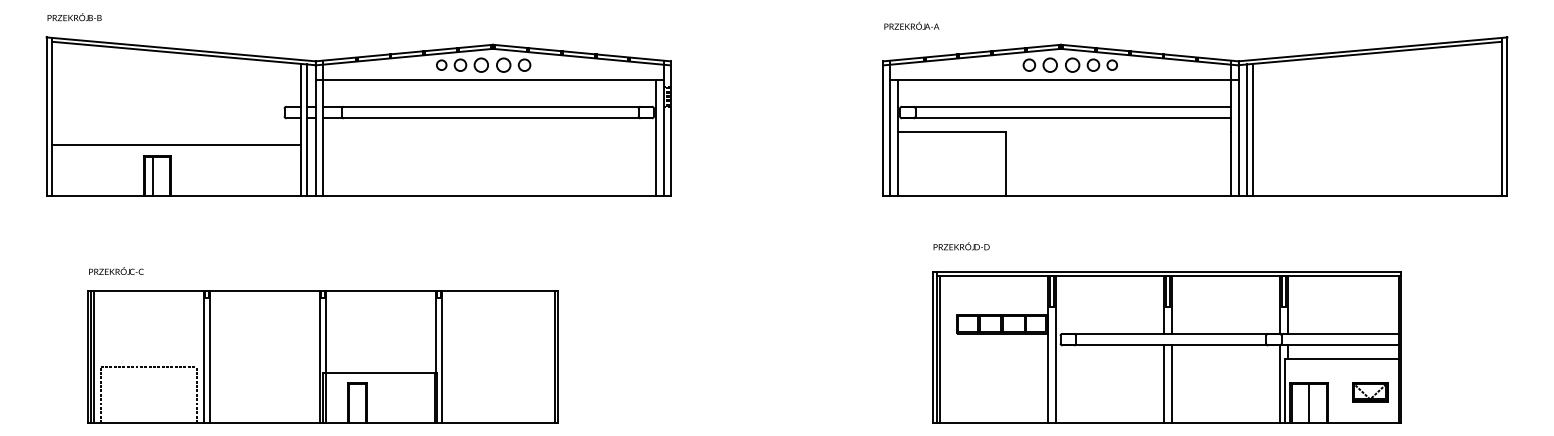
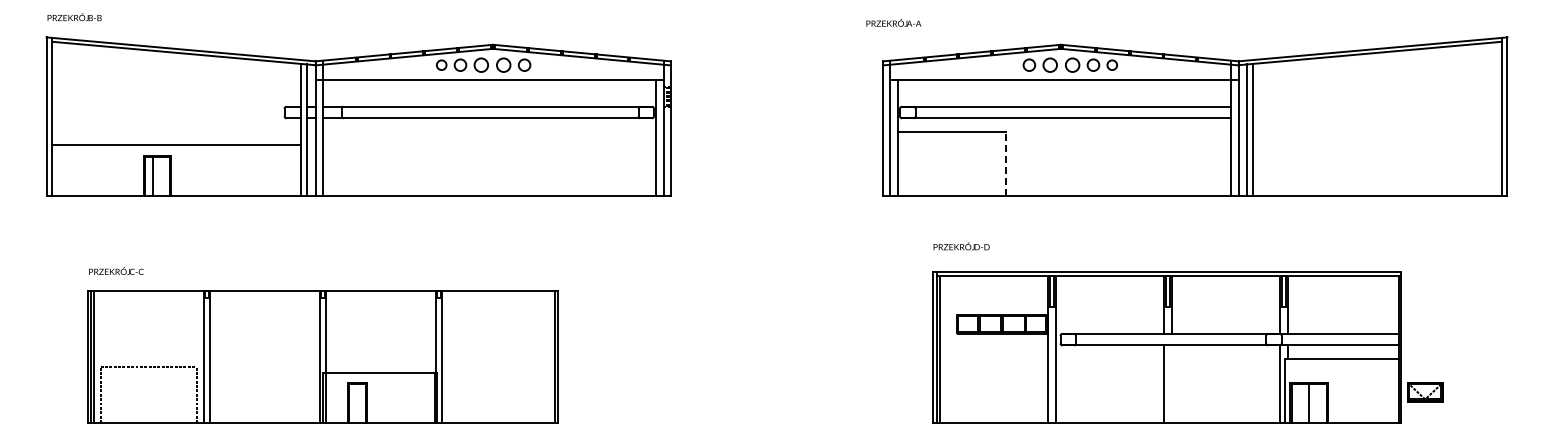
text at (911, 25) position: (911, 25) -> (893, 22)
line at (1005, 163): solid -> dashed
line at (1171, 383): present -> none
part at (1370, 392) position: (1370, 392) -> (1425, 392)
